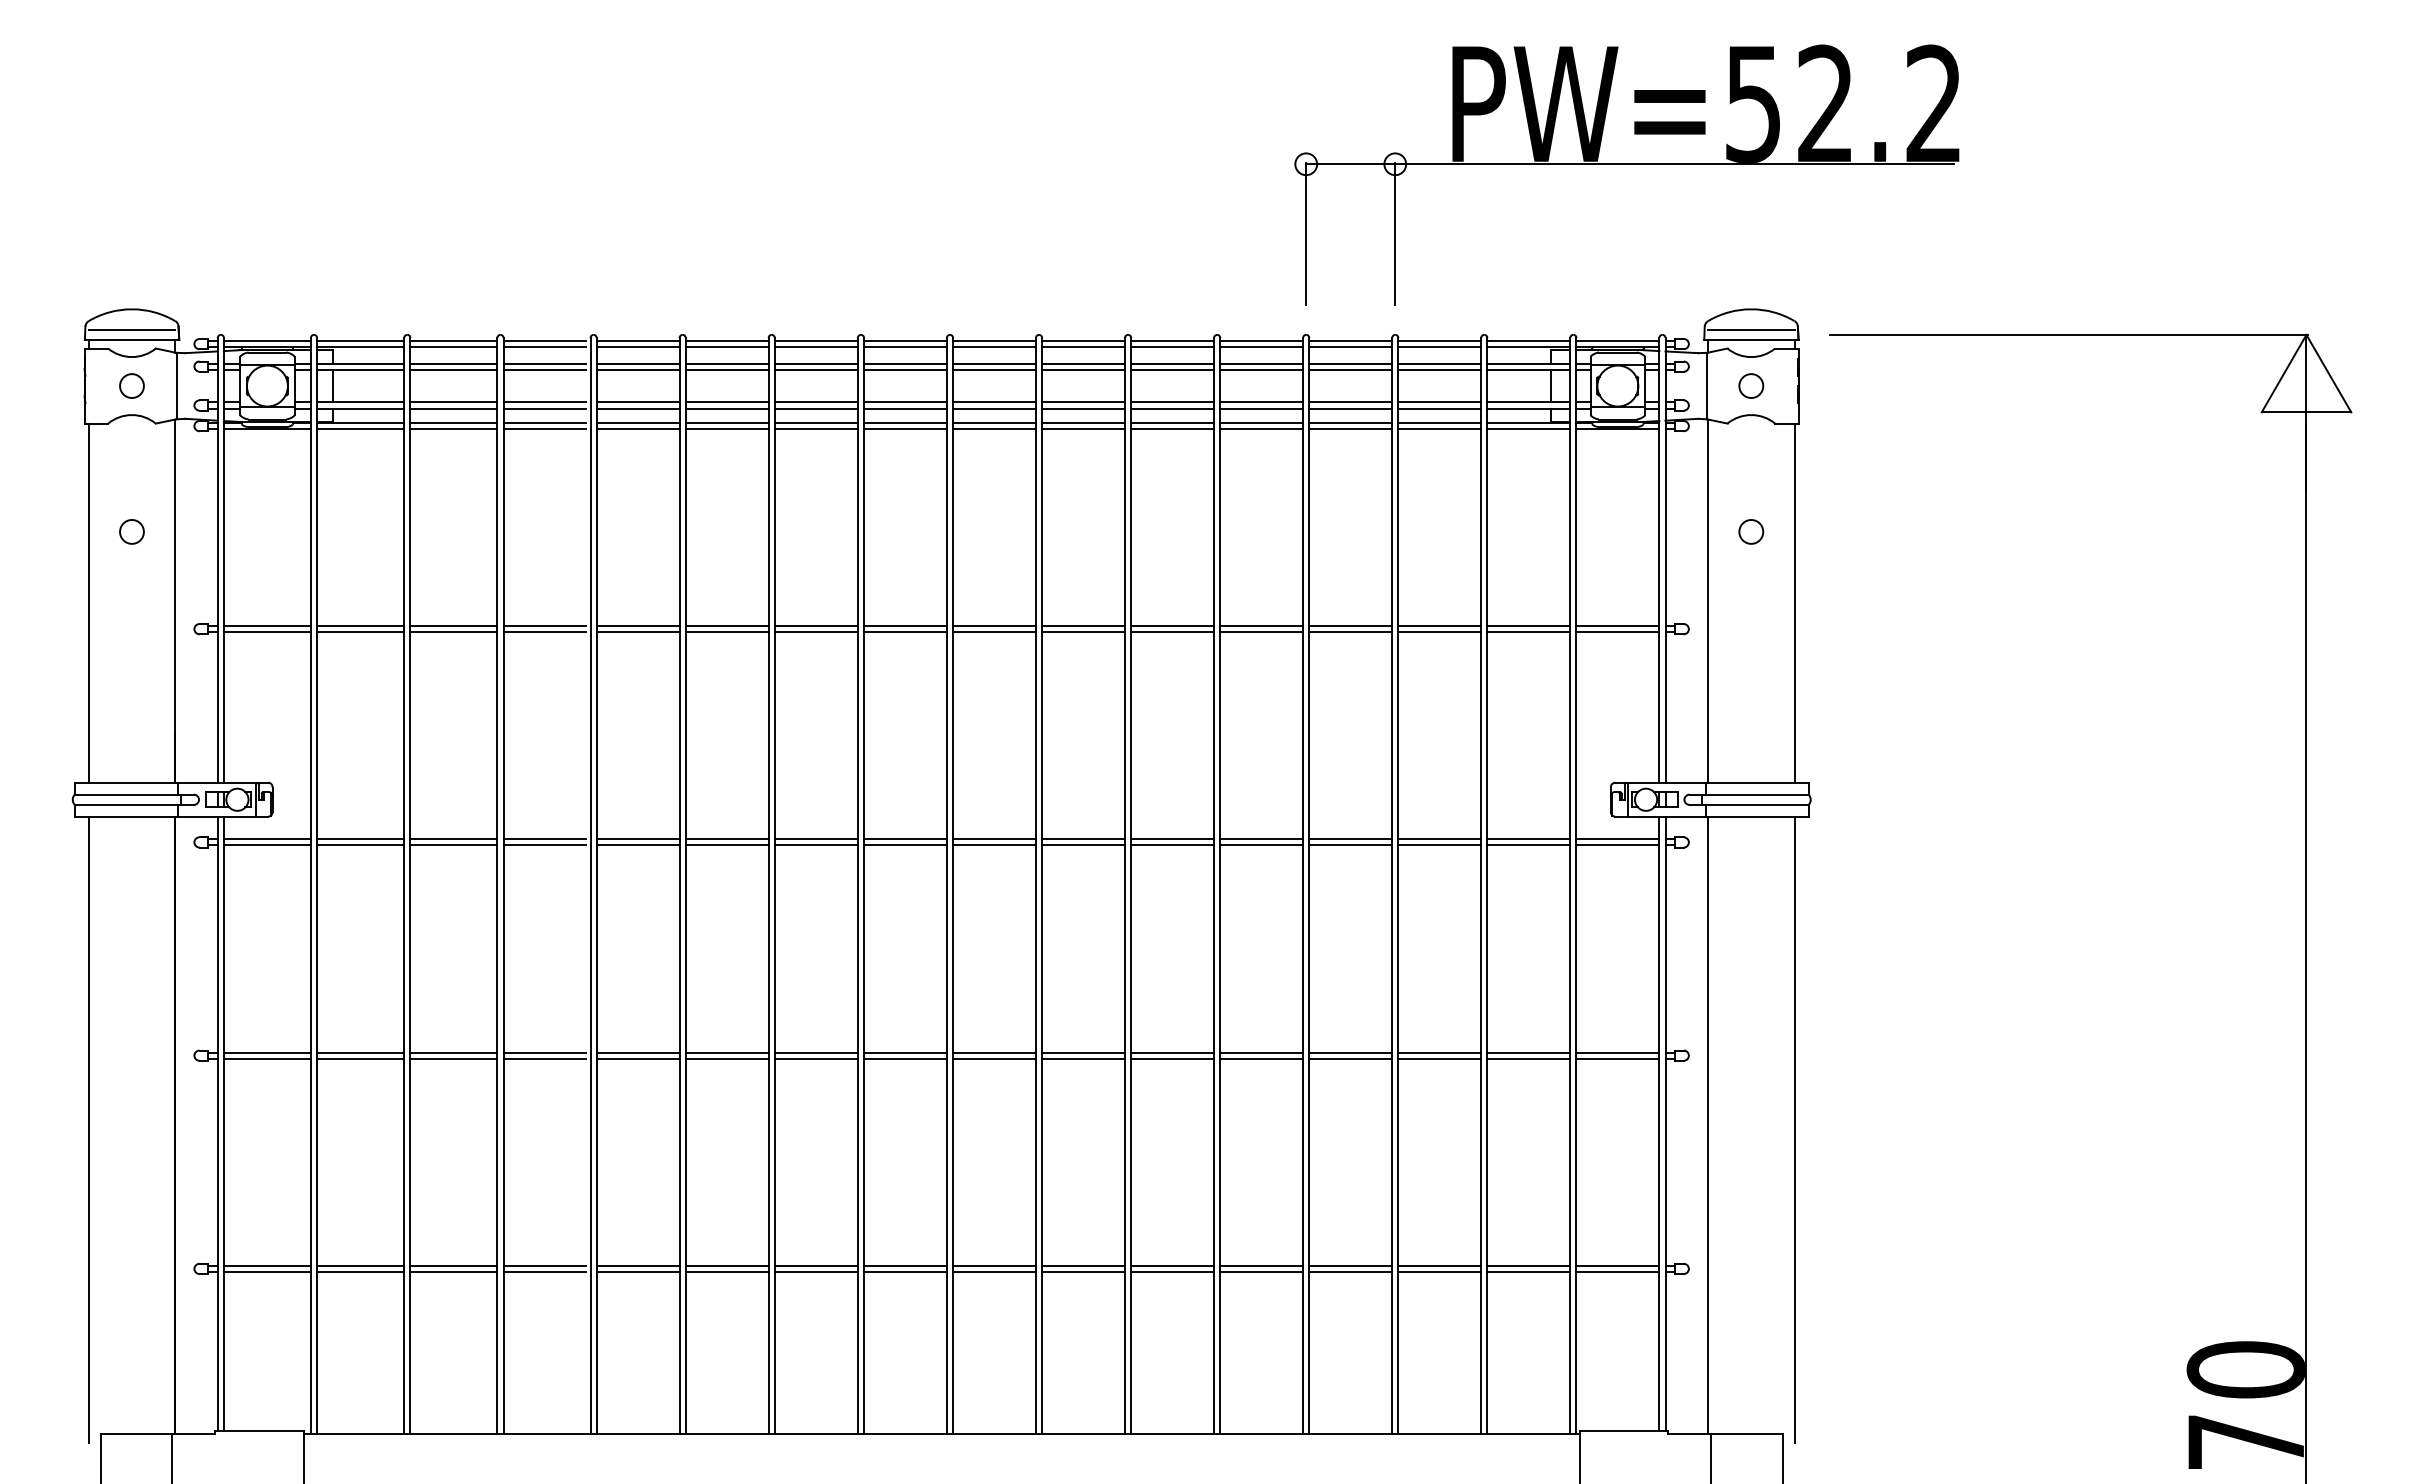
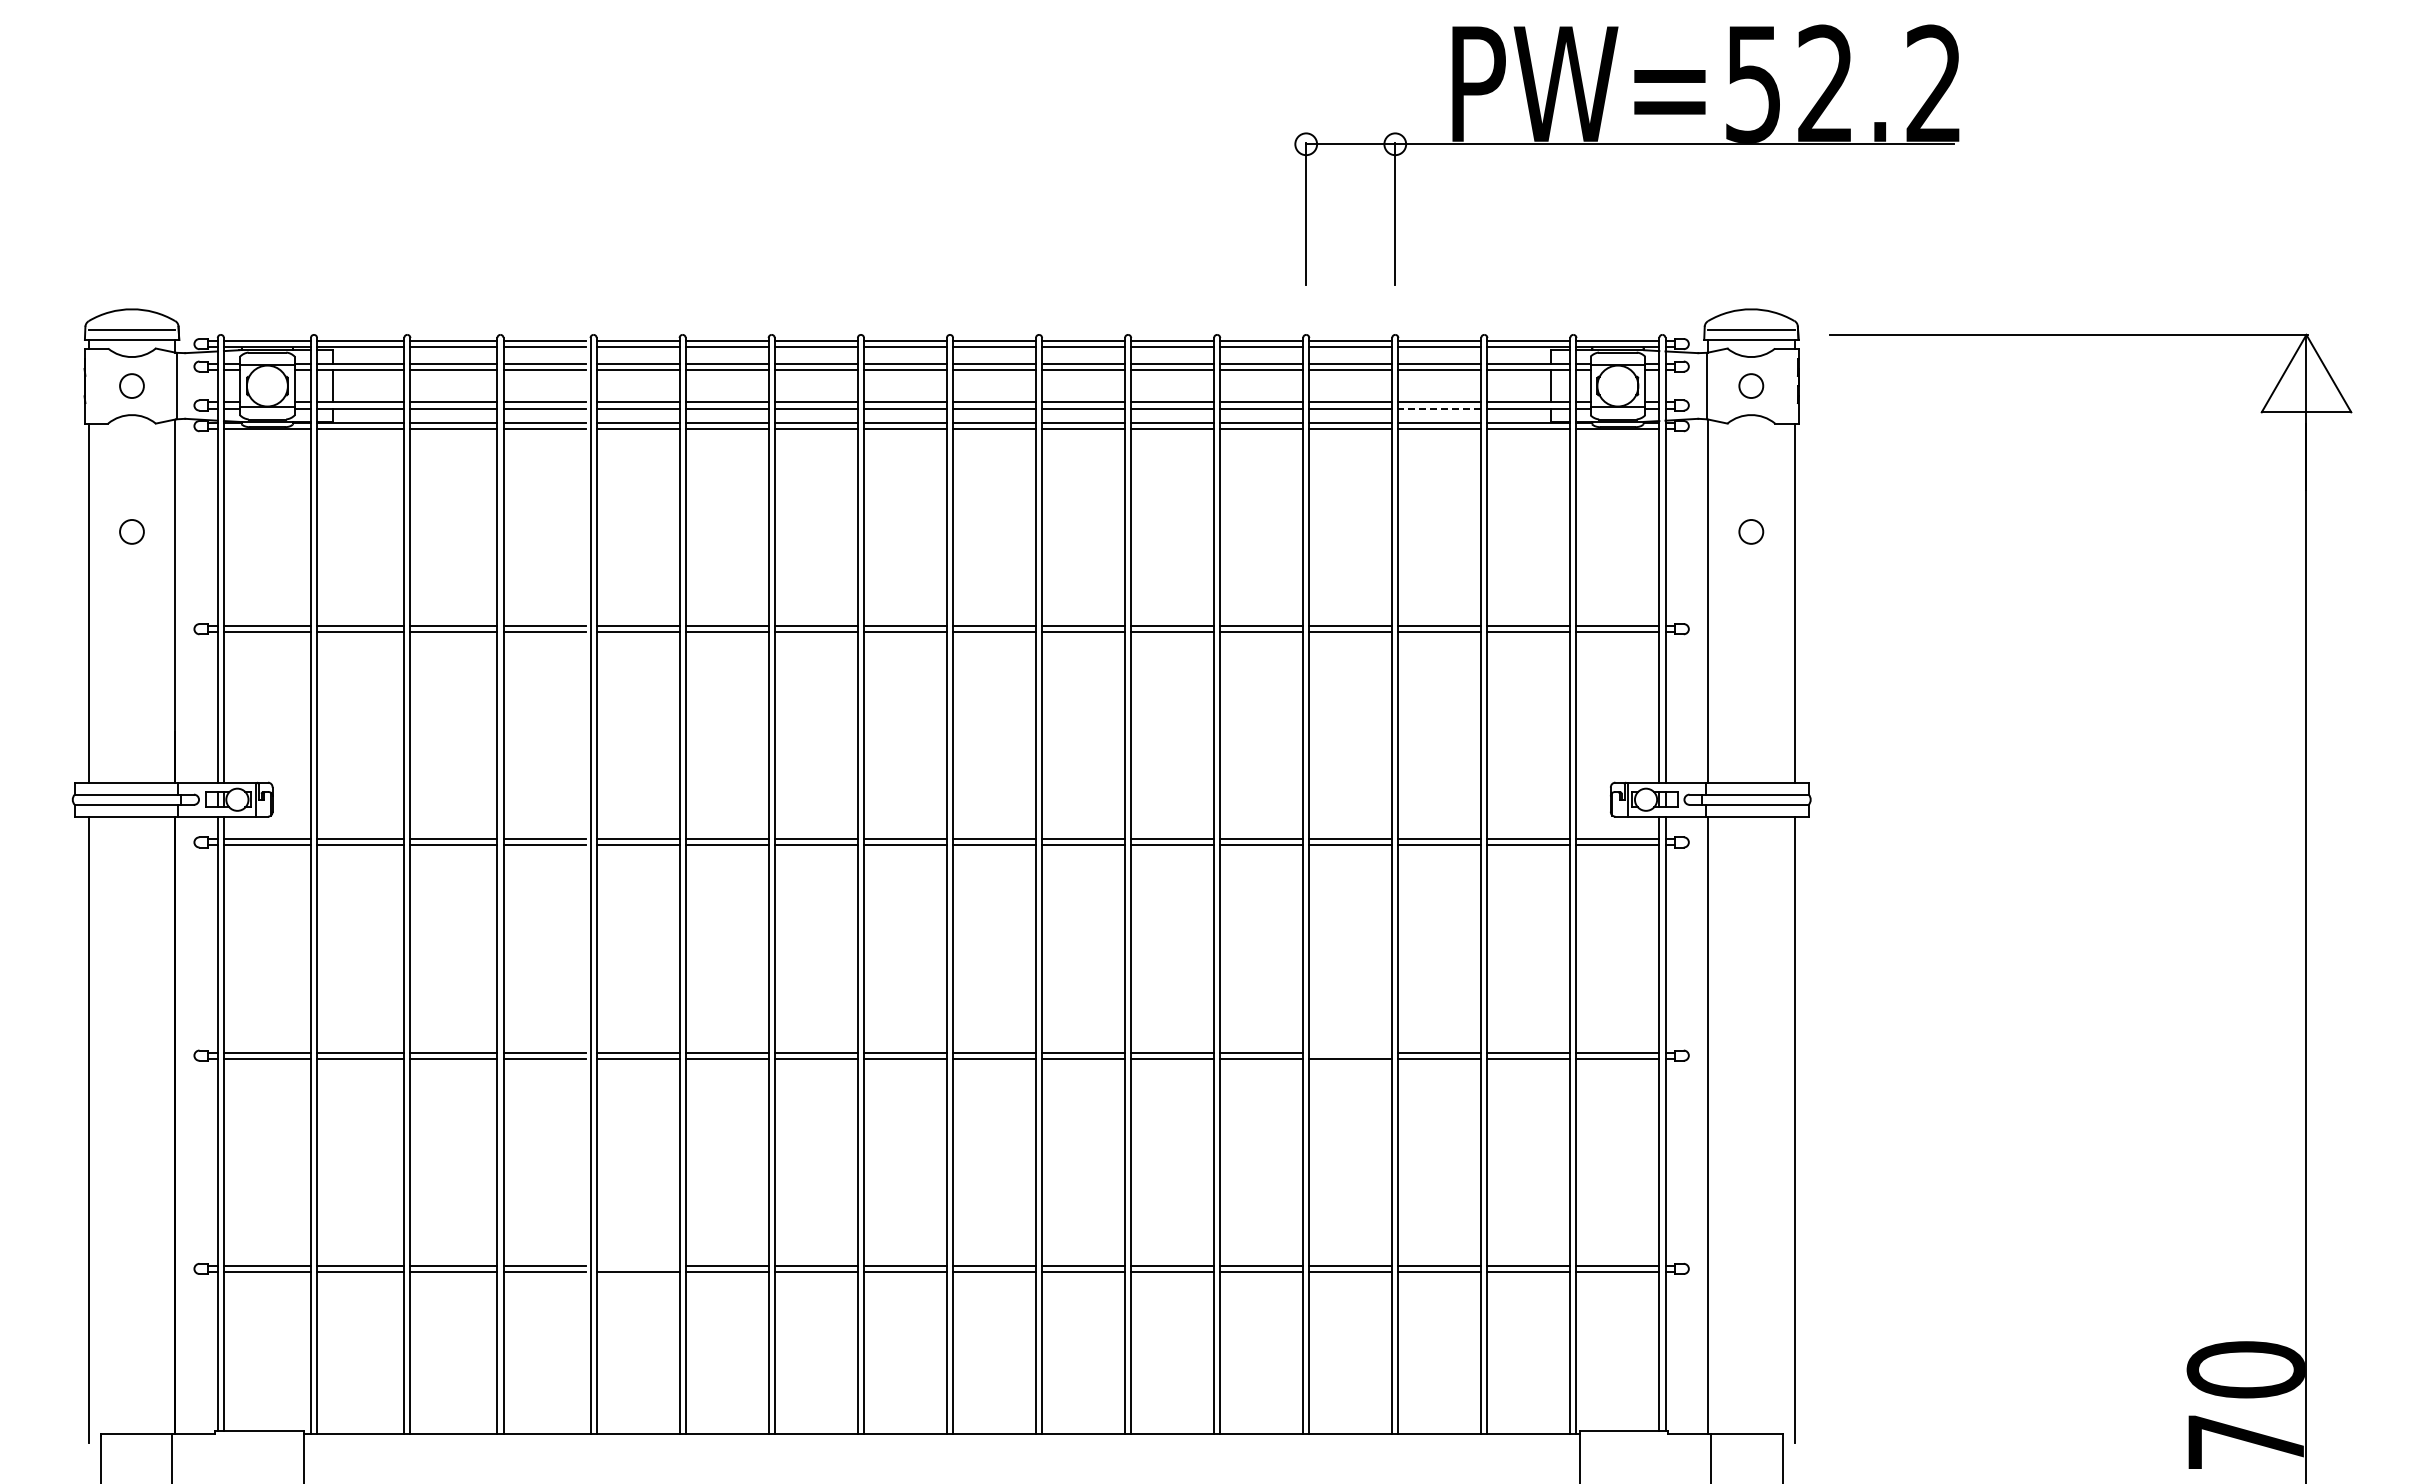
part at (1626, 164) position: (1626, 164) -> (1626, 144)
line at (1439, 408): solid -> dashed
line at (1350, 1052): present -> none
line at (637, 1265): present -> none
